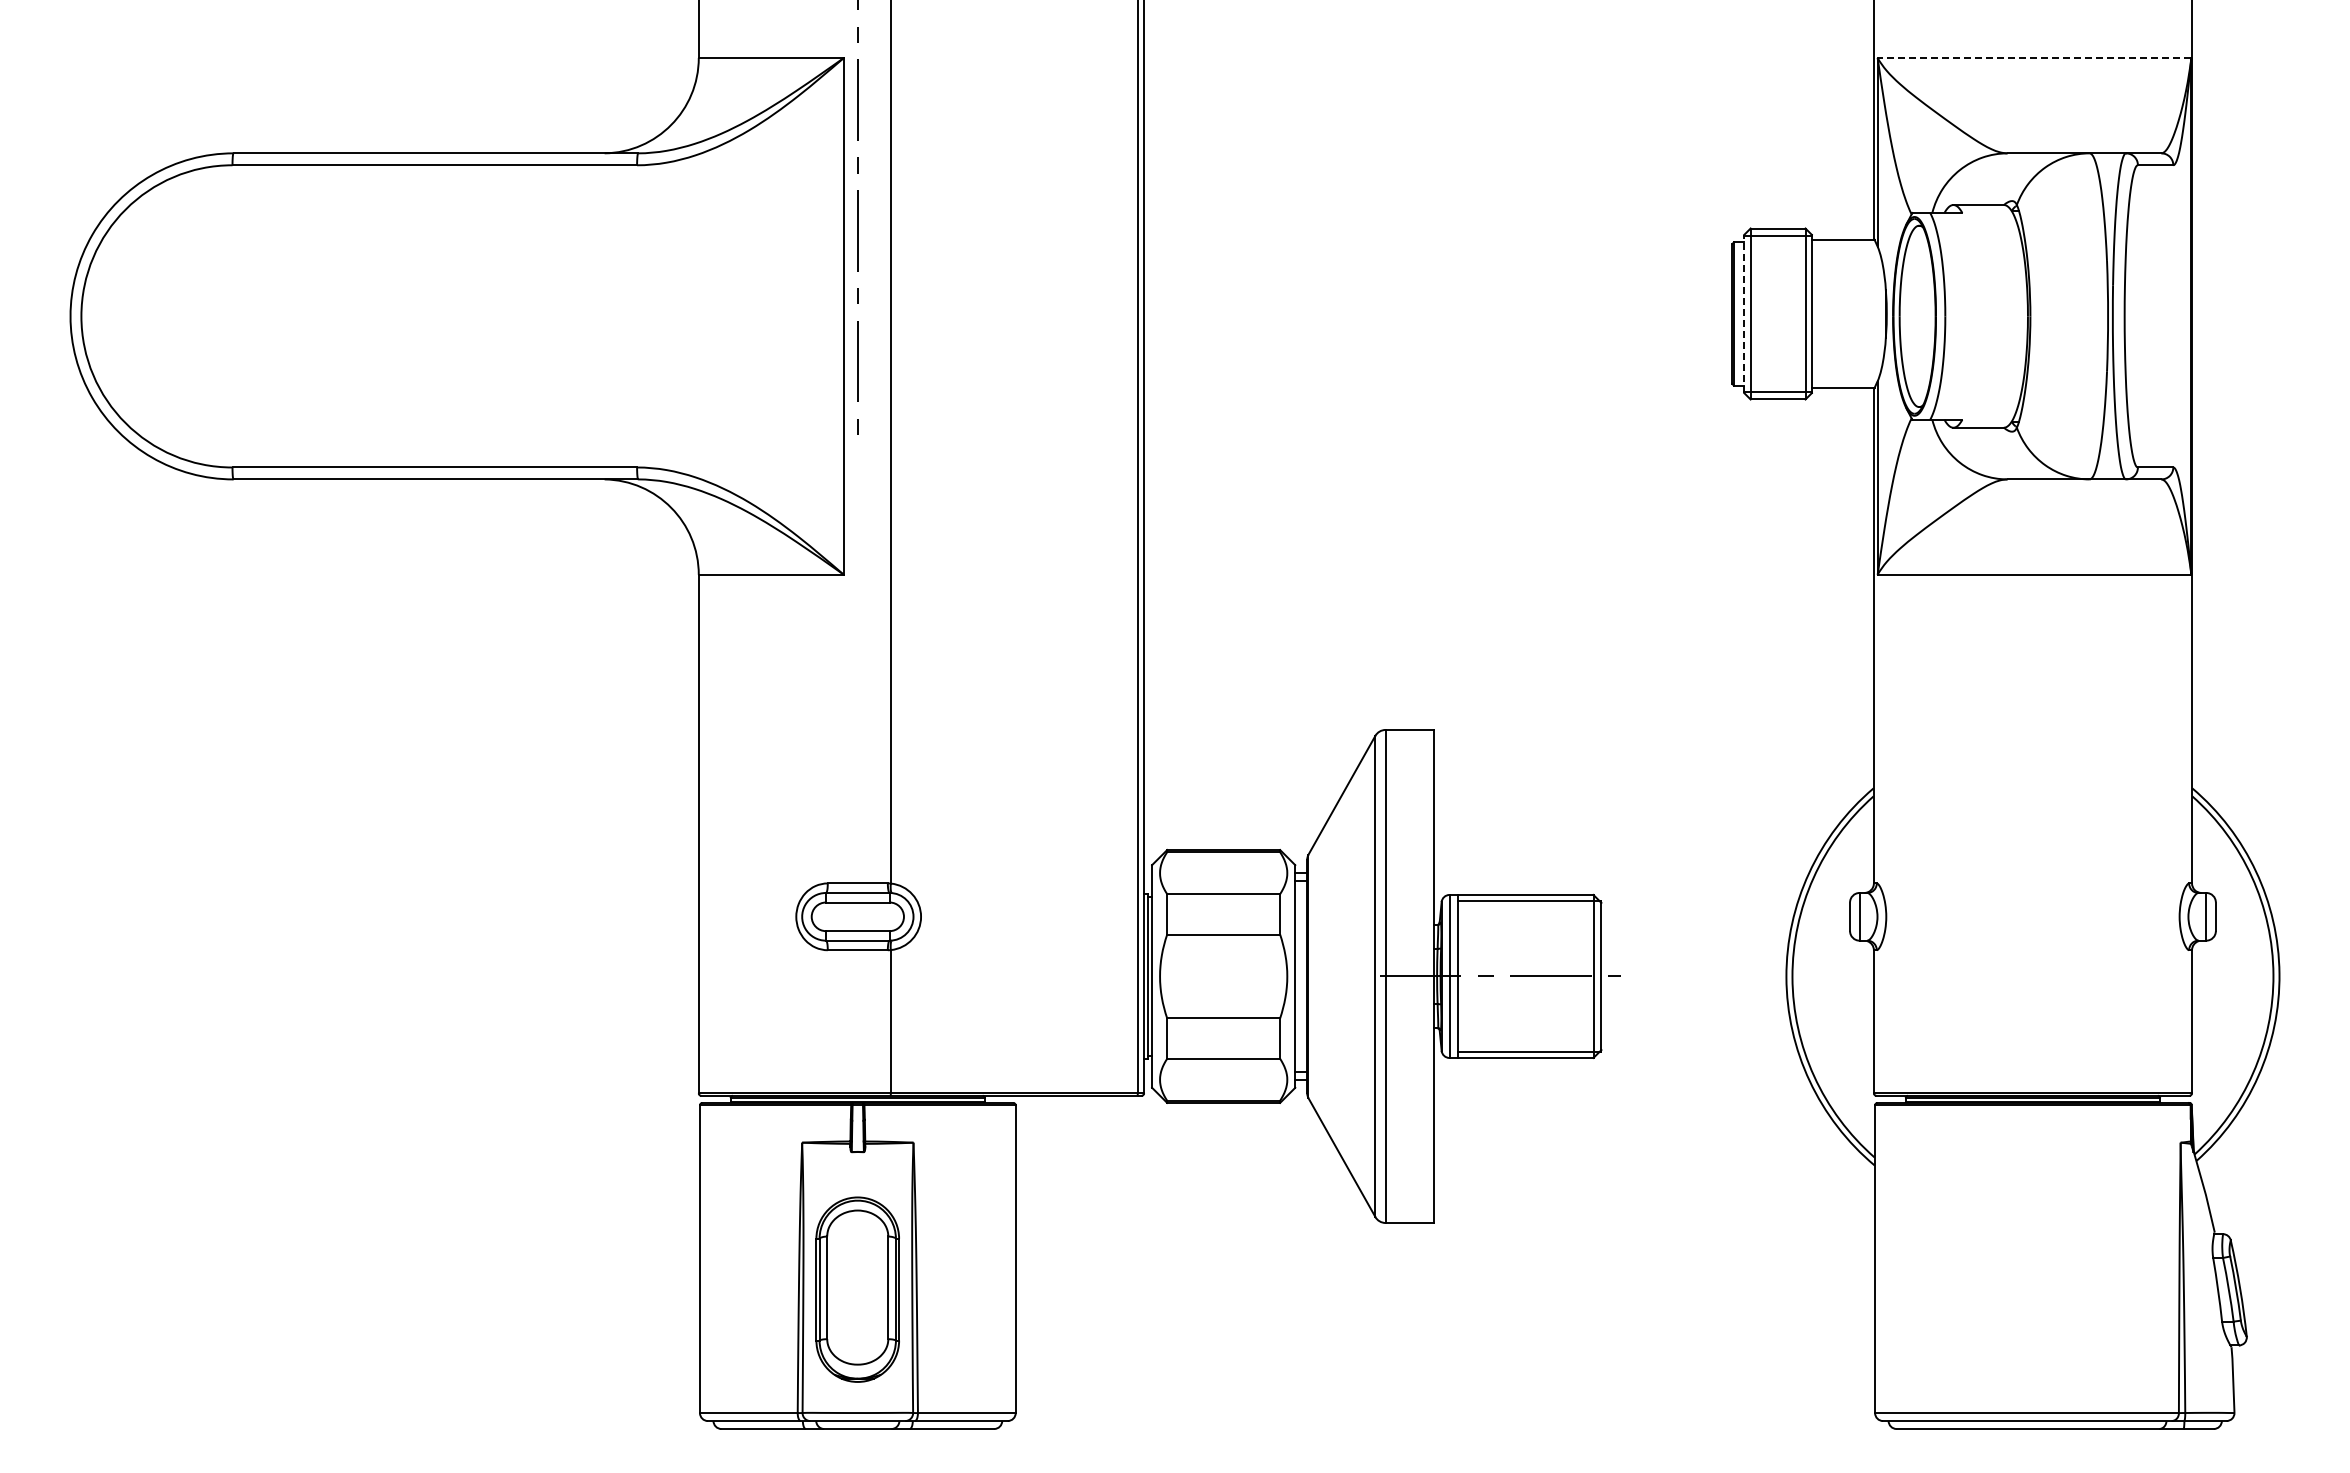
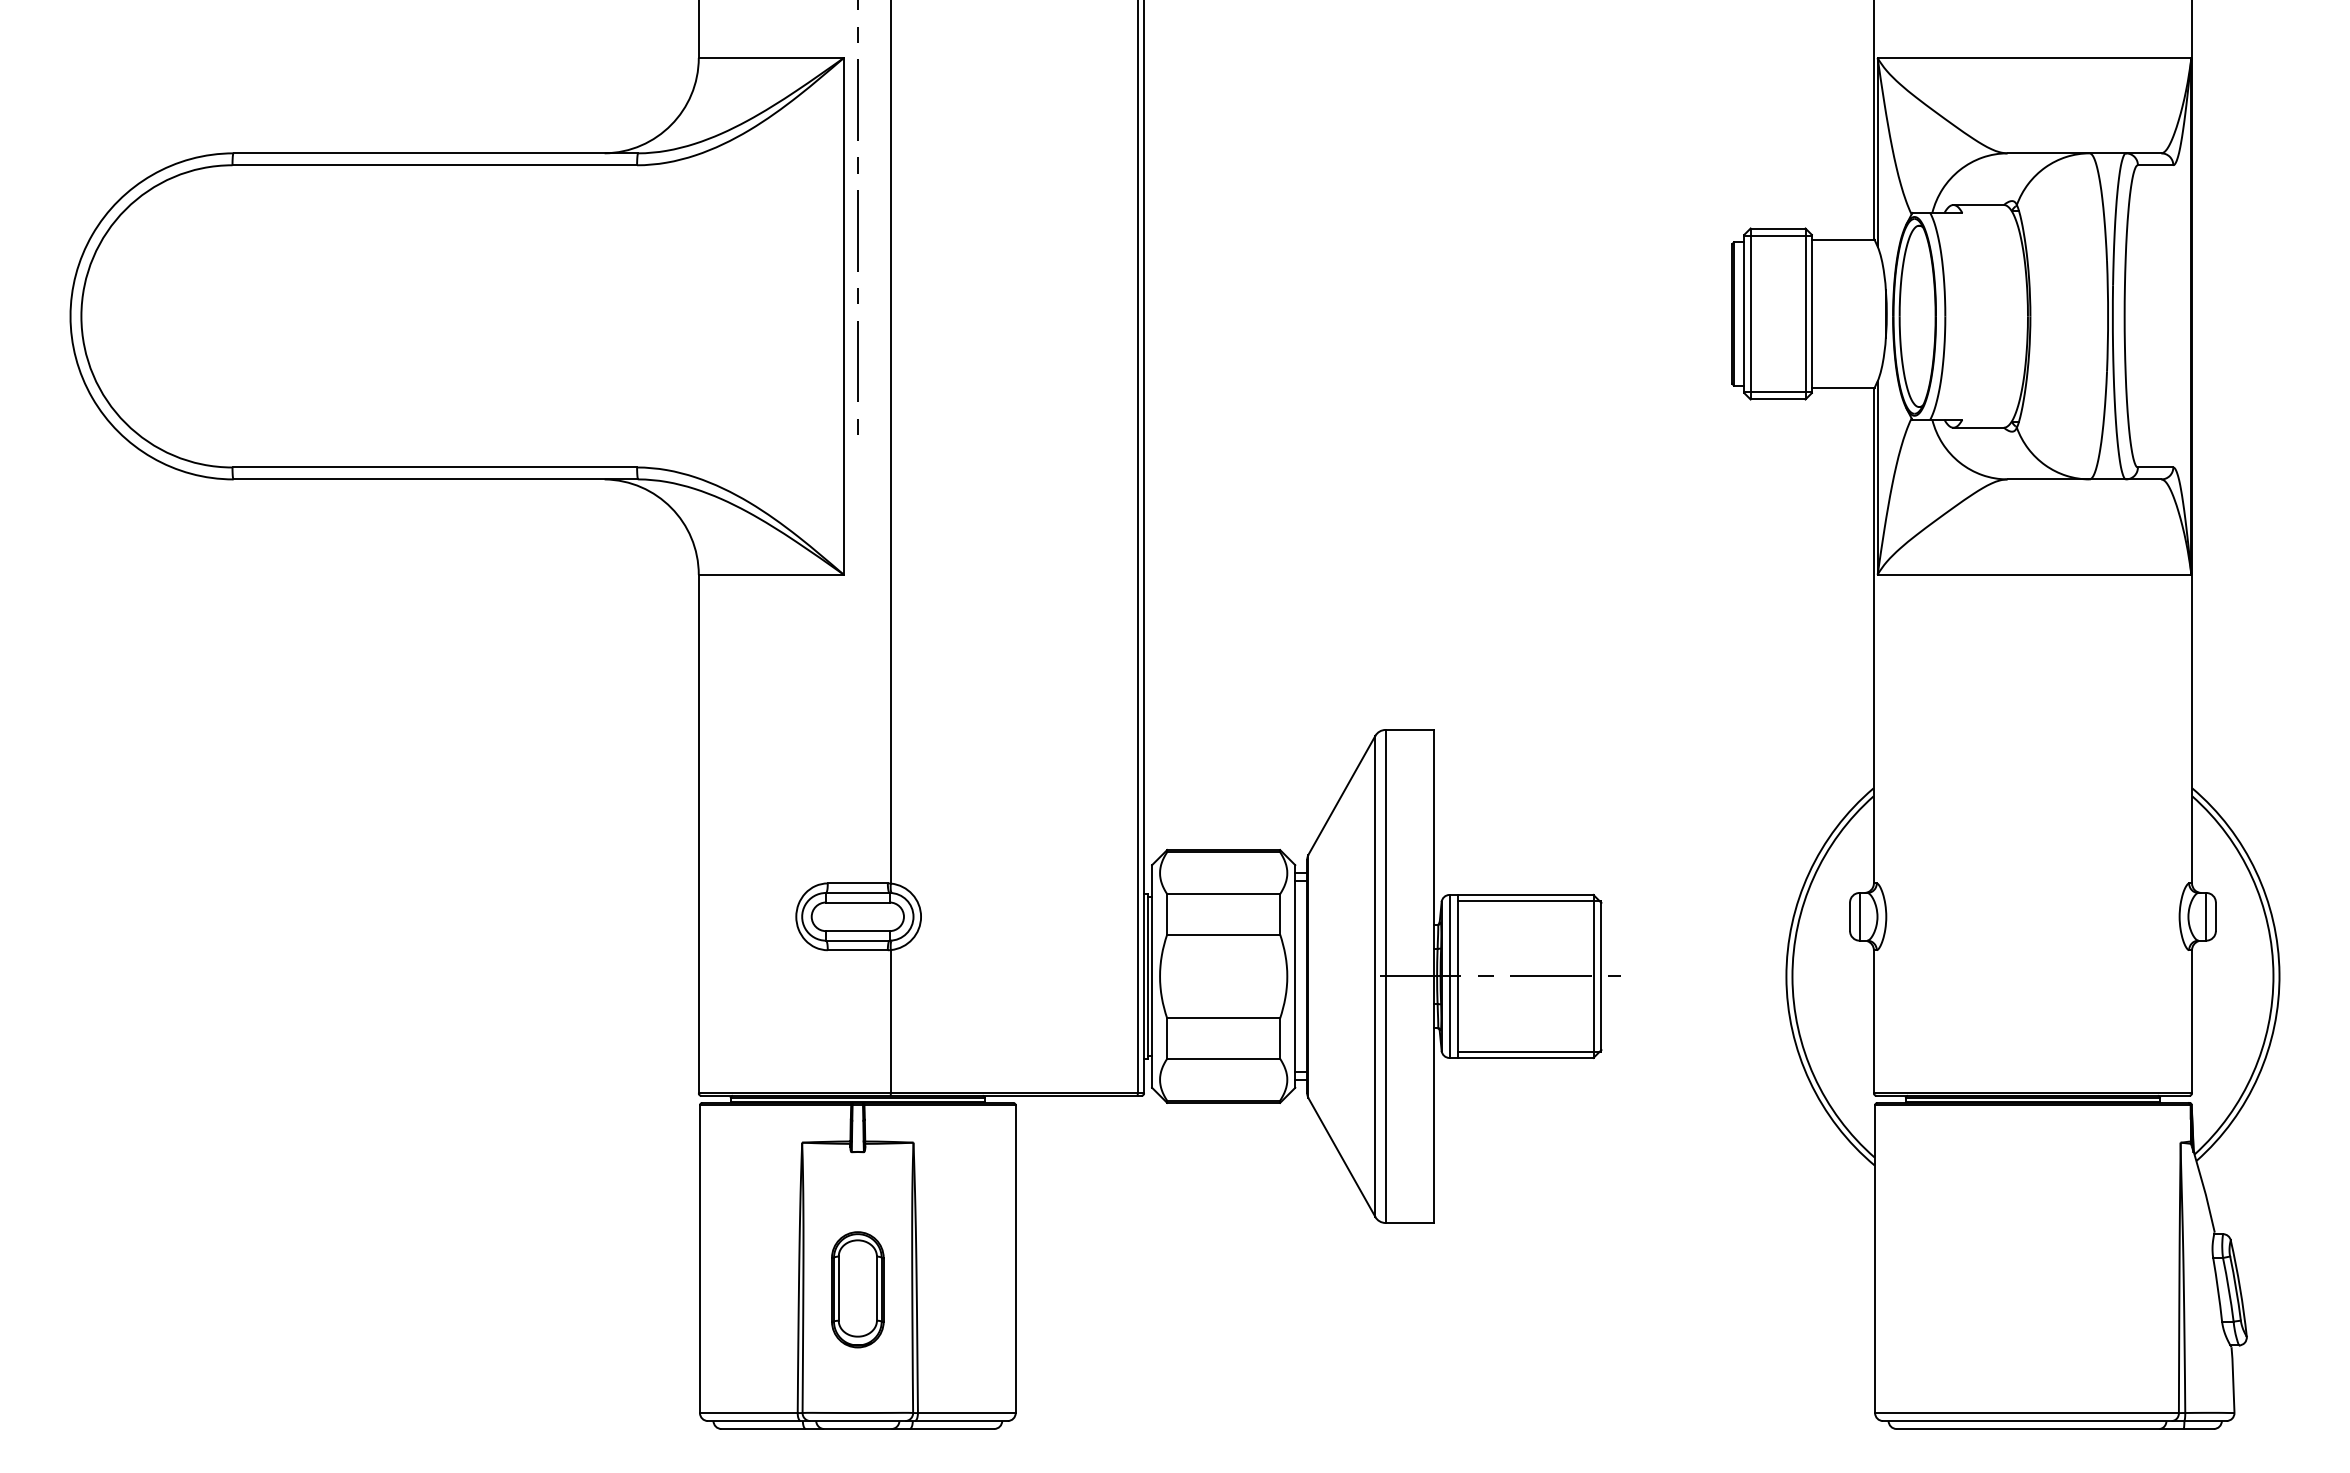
line at (2034, 57): dashed -> solid
line at (1744, 313): dashed -> solid
part at (857, 1289) size: 85x187 px -> 54x118 px
